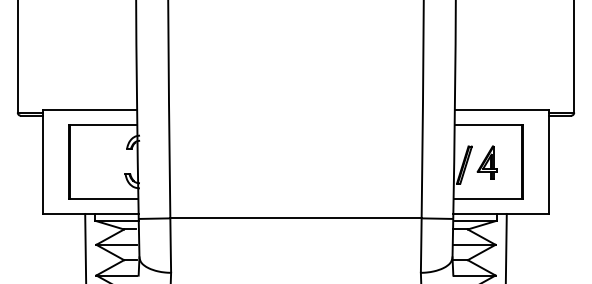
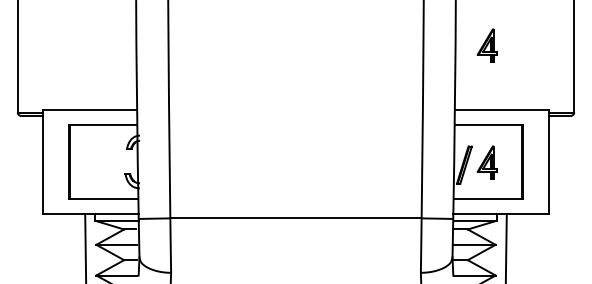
part at (486, 45): none -> present
